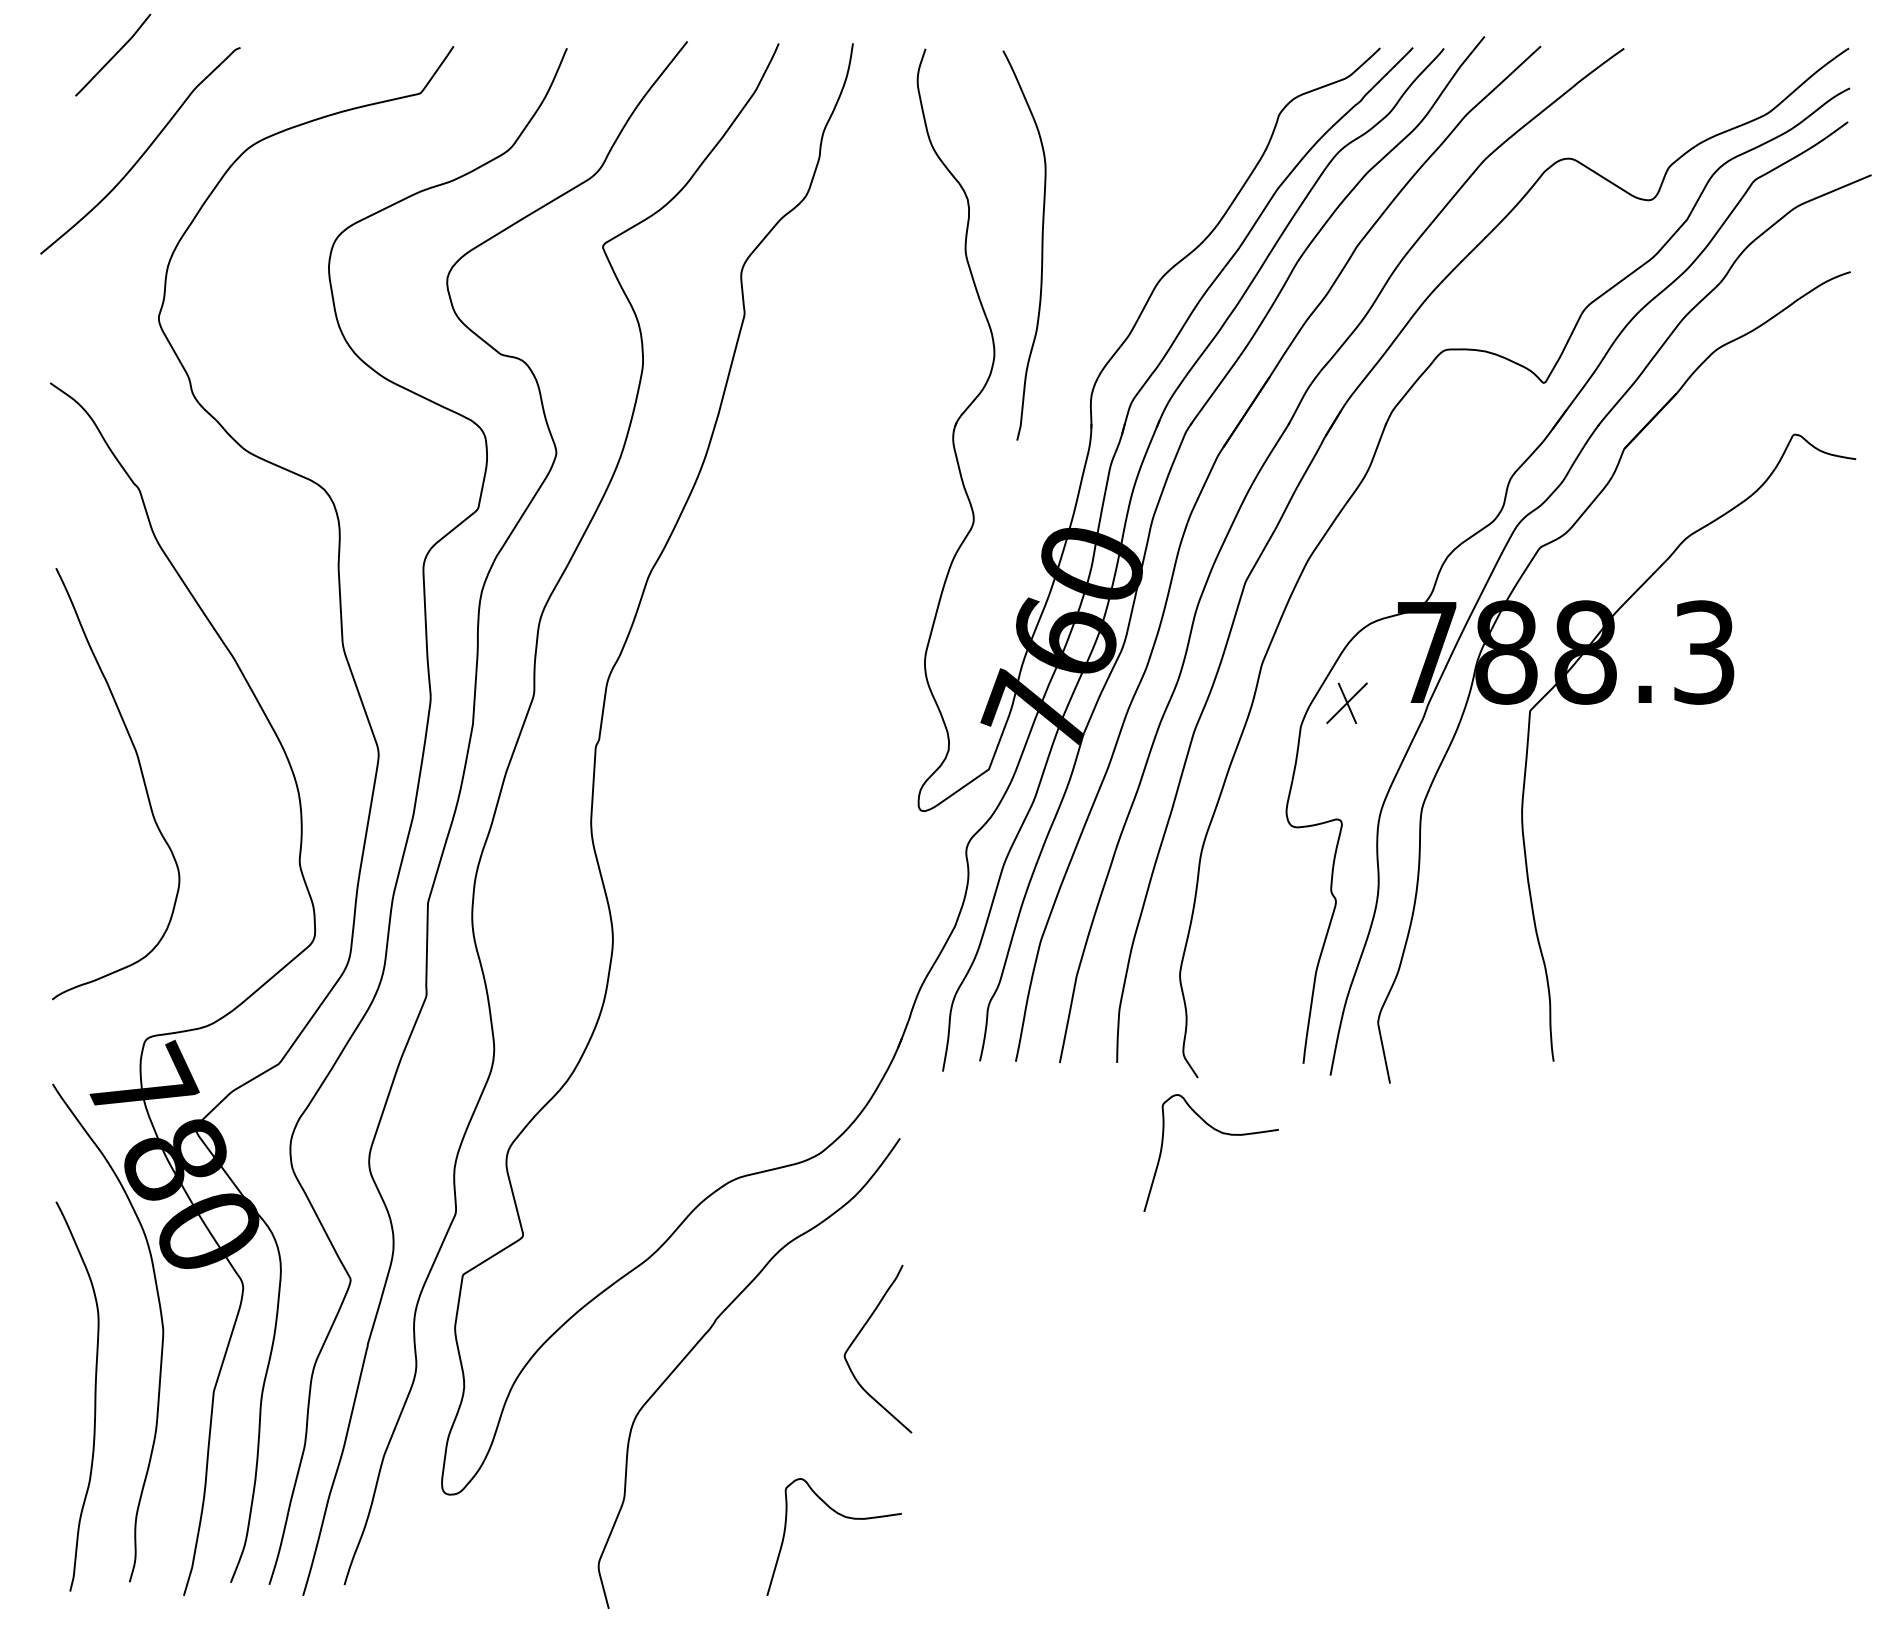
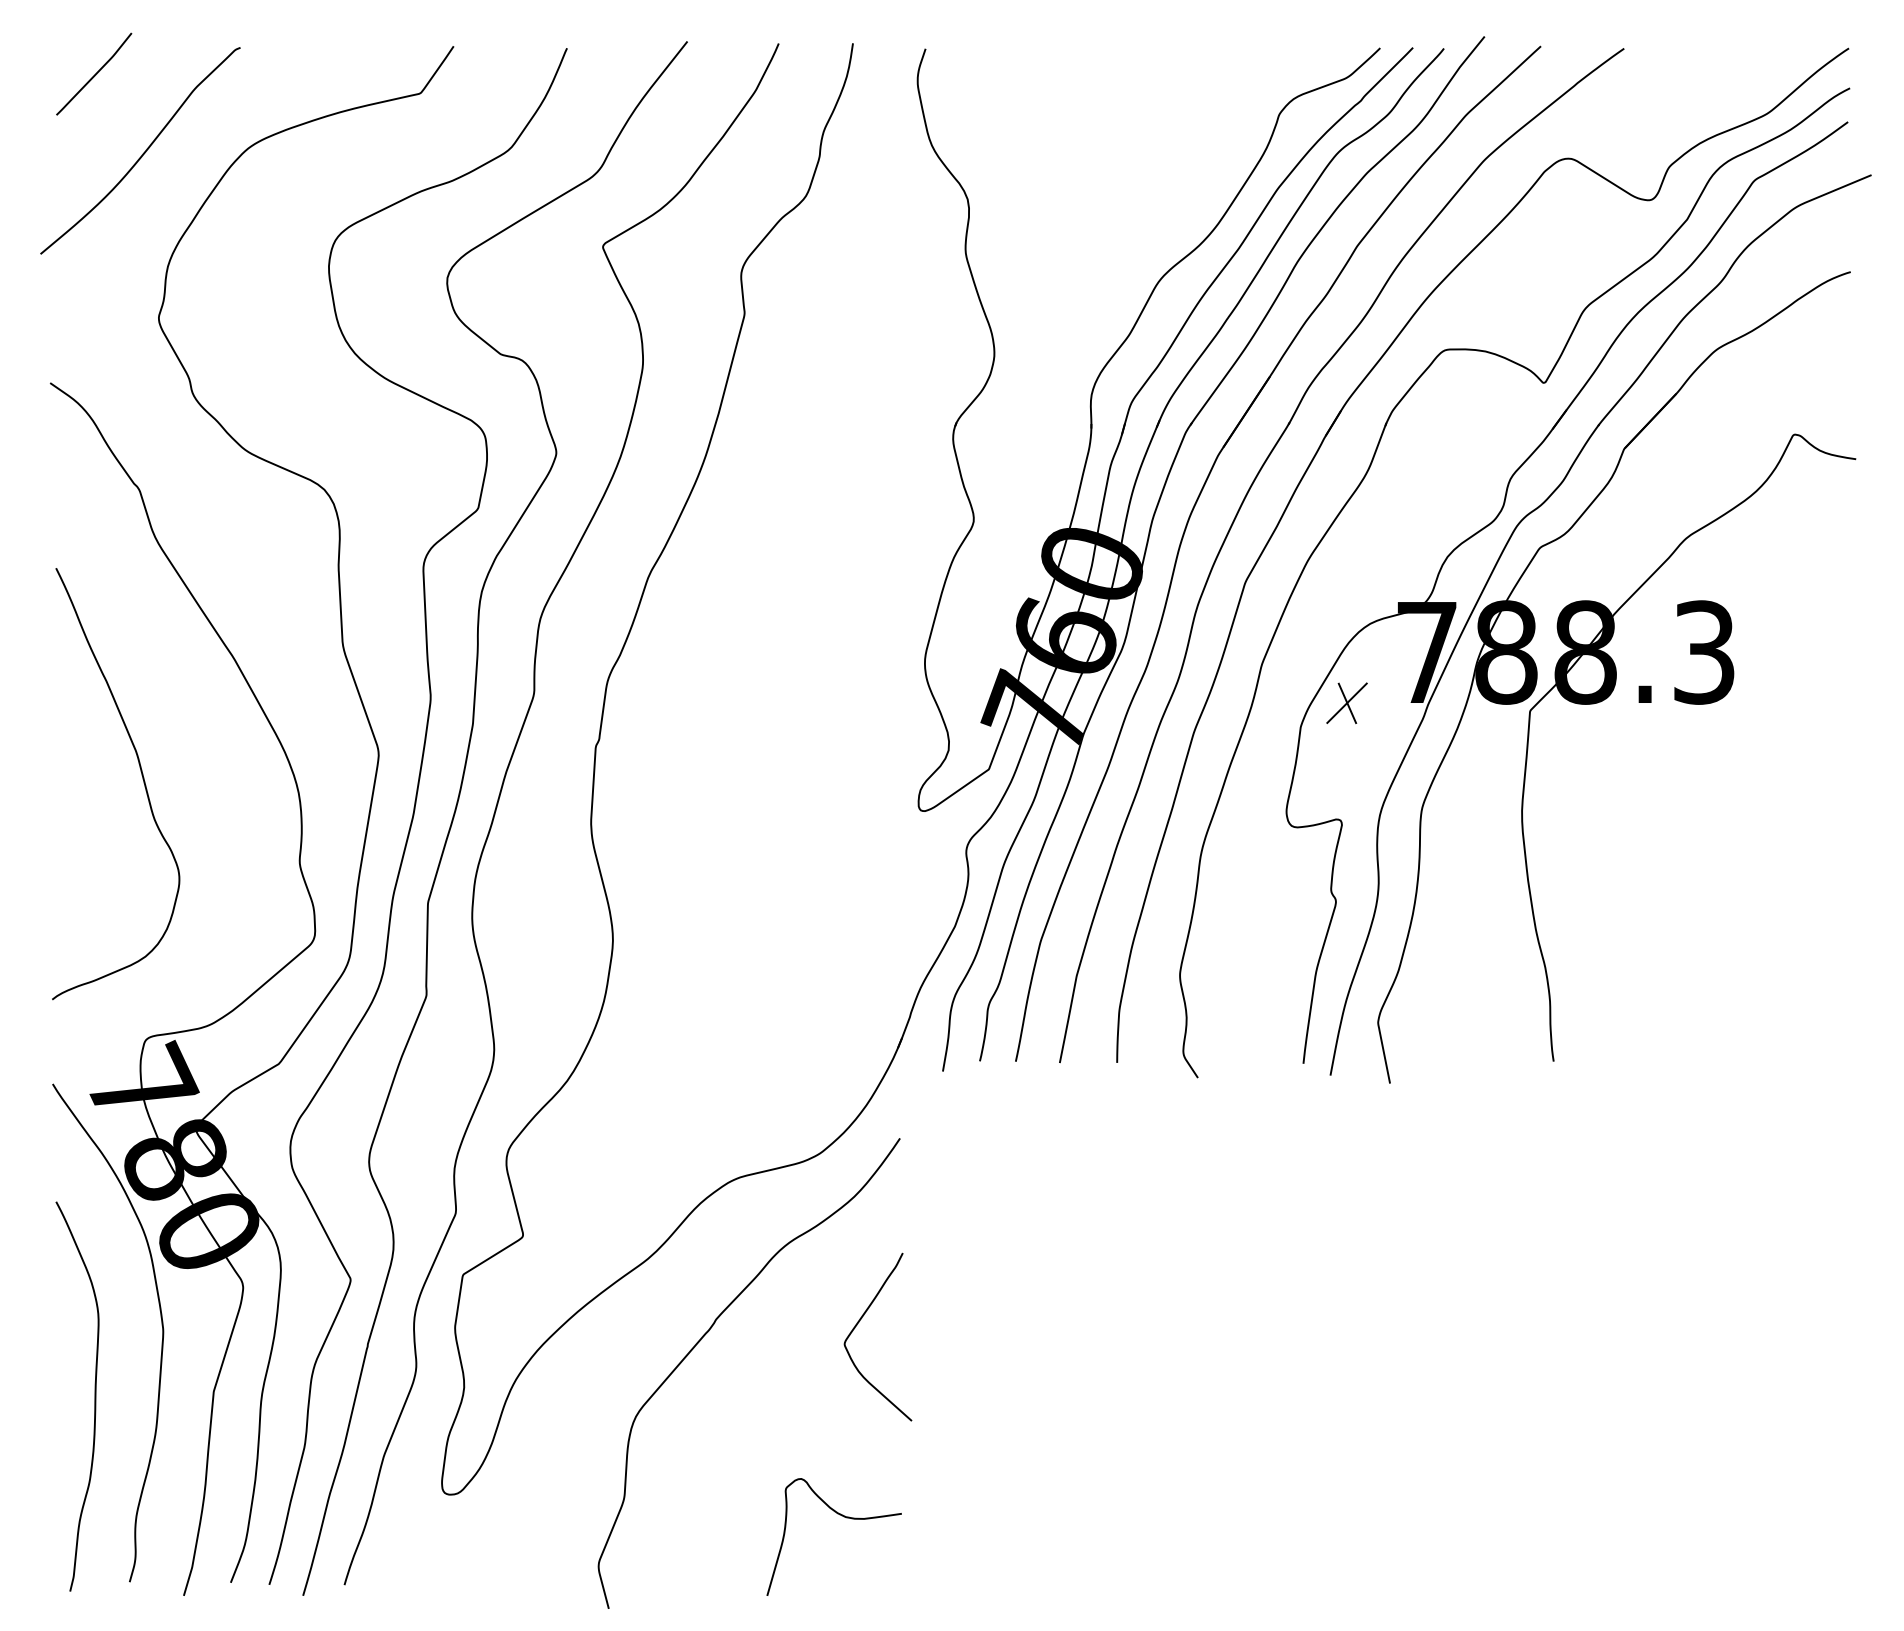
curve at (114, 54) position: (114, 54) -> (95, 73)
curve at (1041, 245): present -> none
curve at (1216, 1131): present -> none
curve at (859, 1334) position: (859, 1334) -> (859, 1322)
